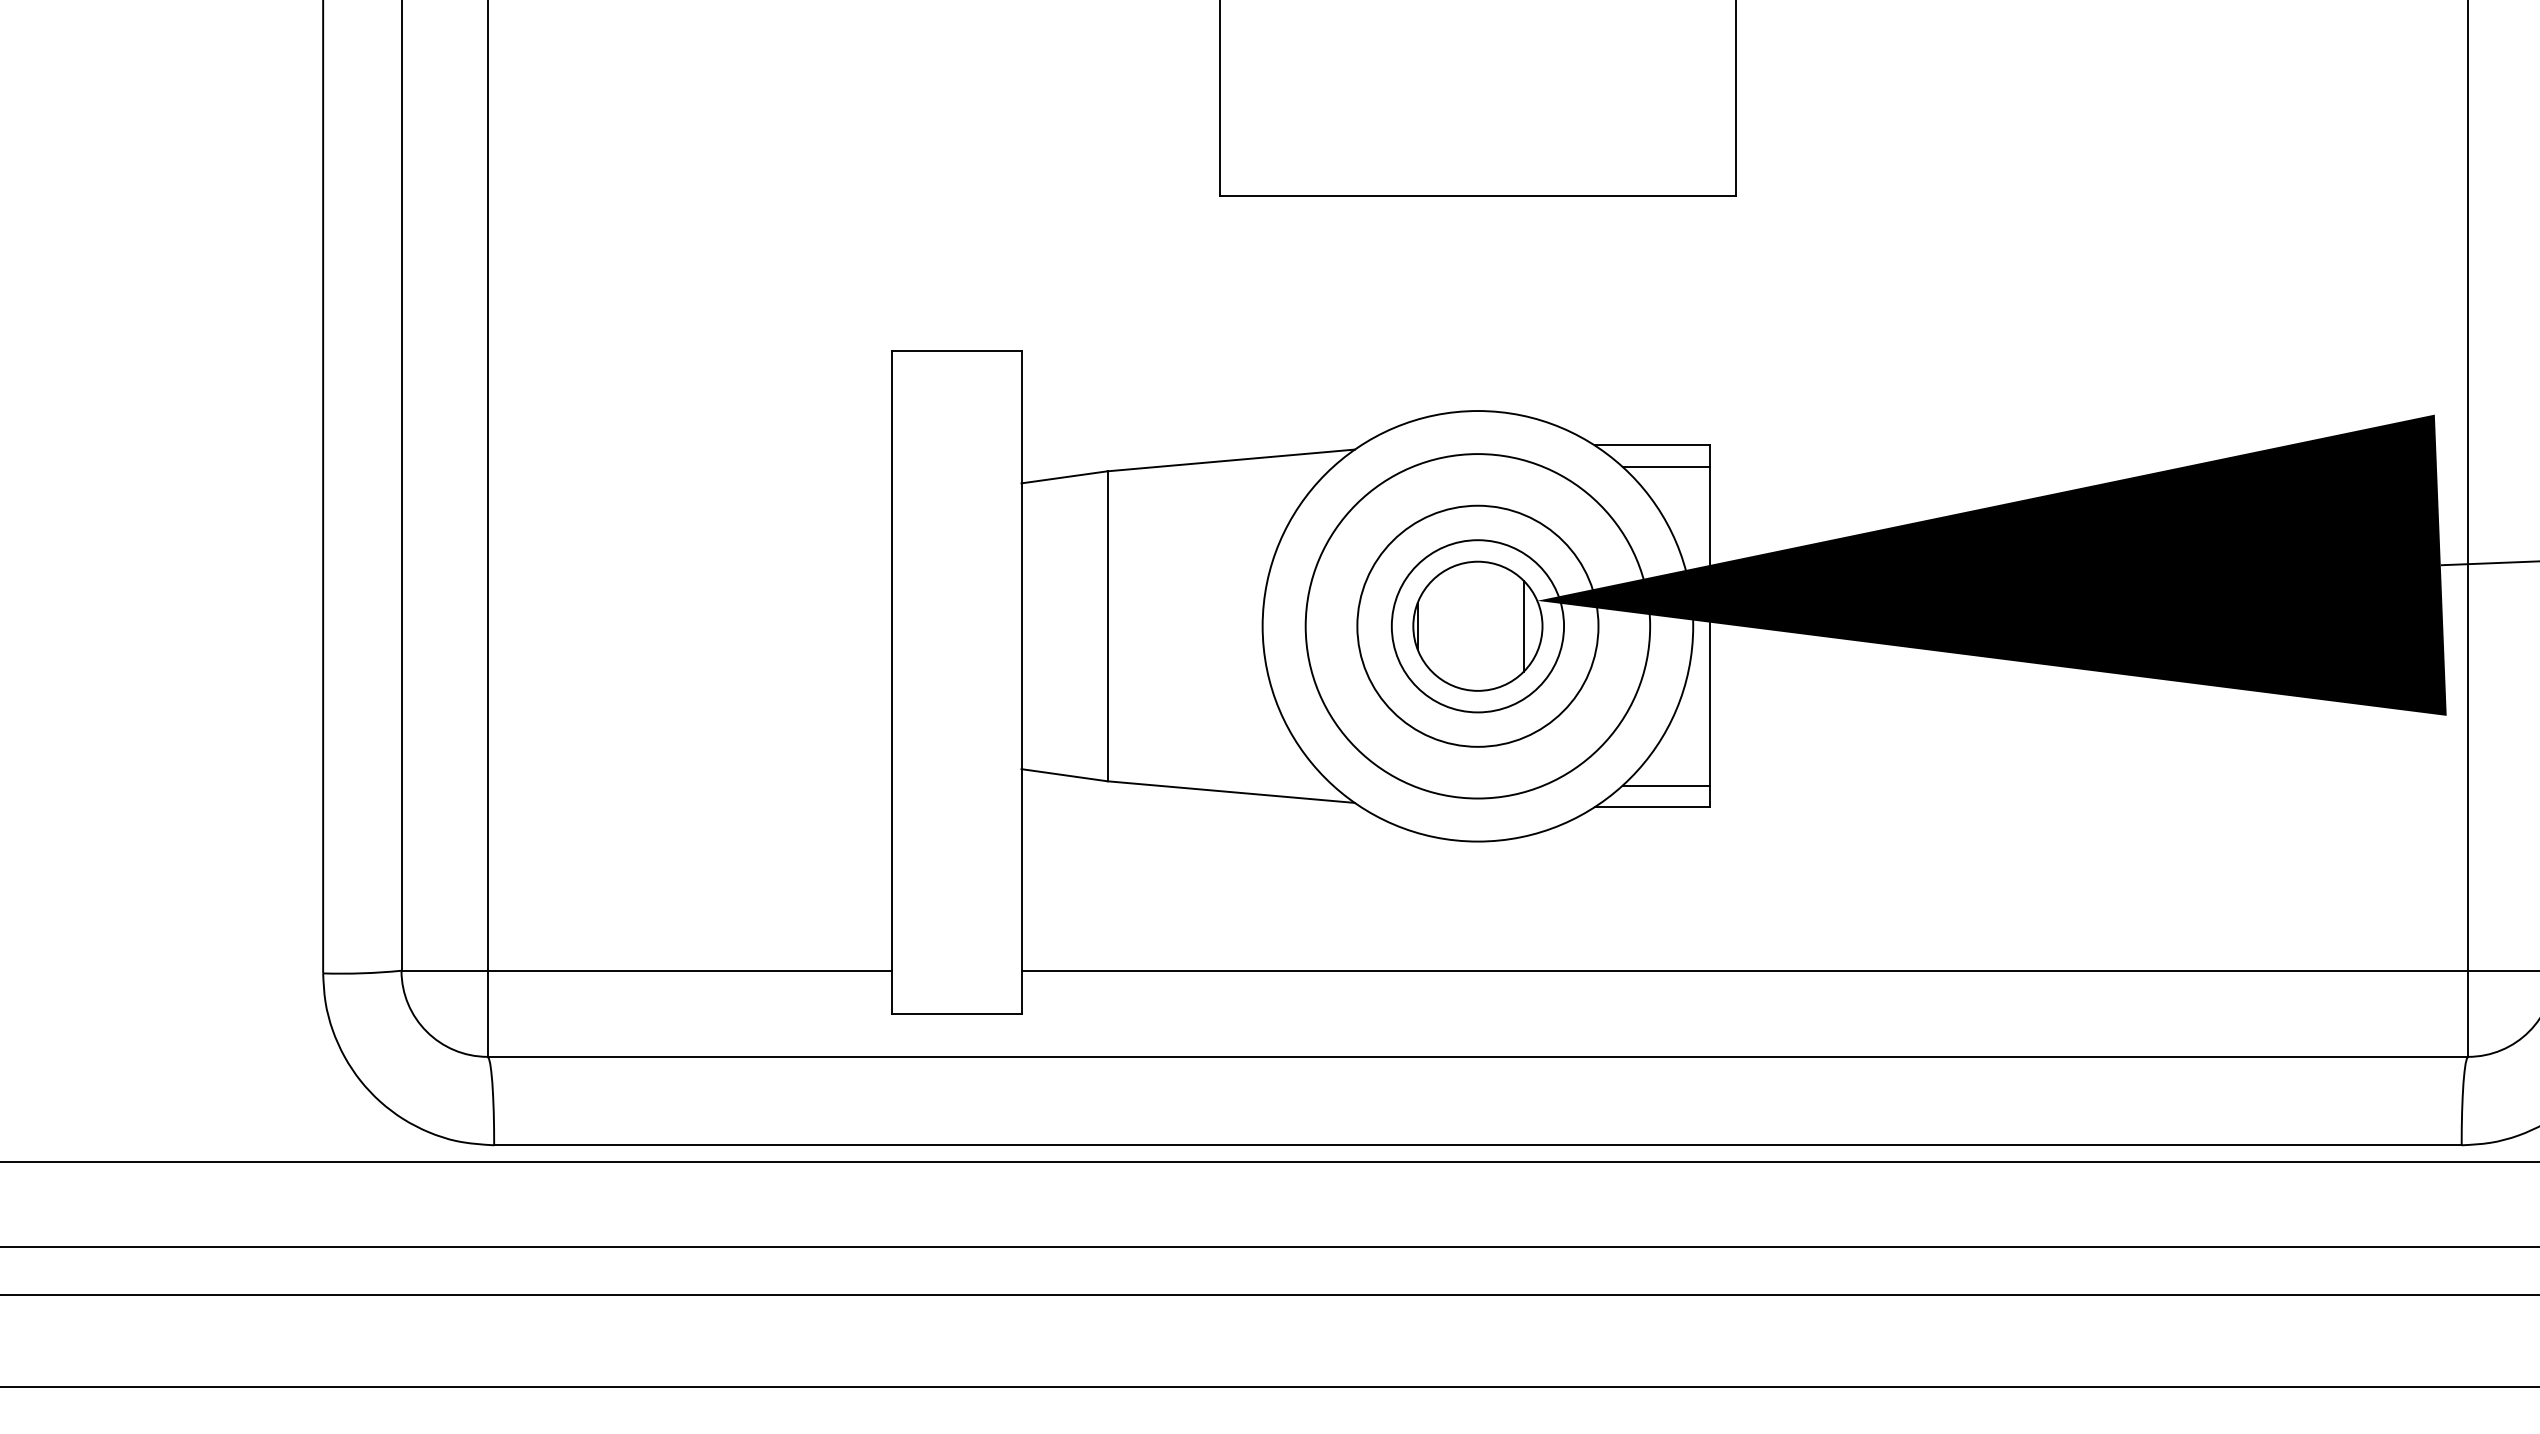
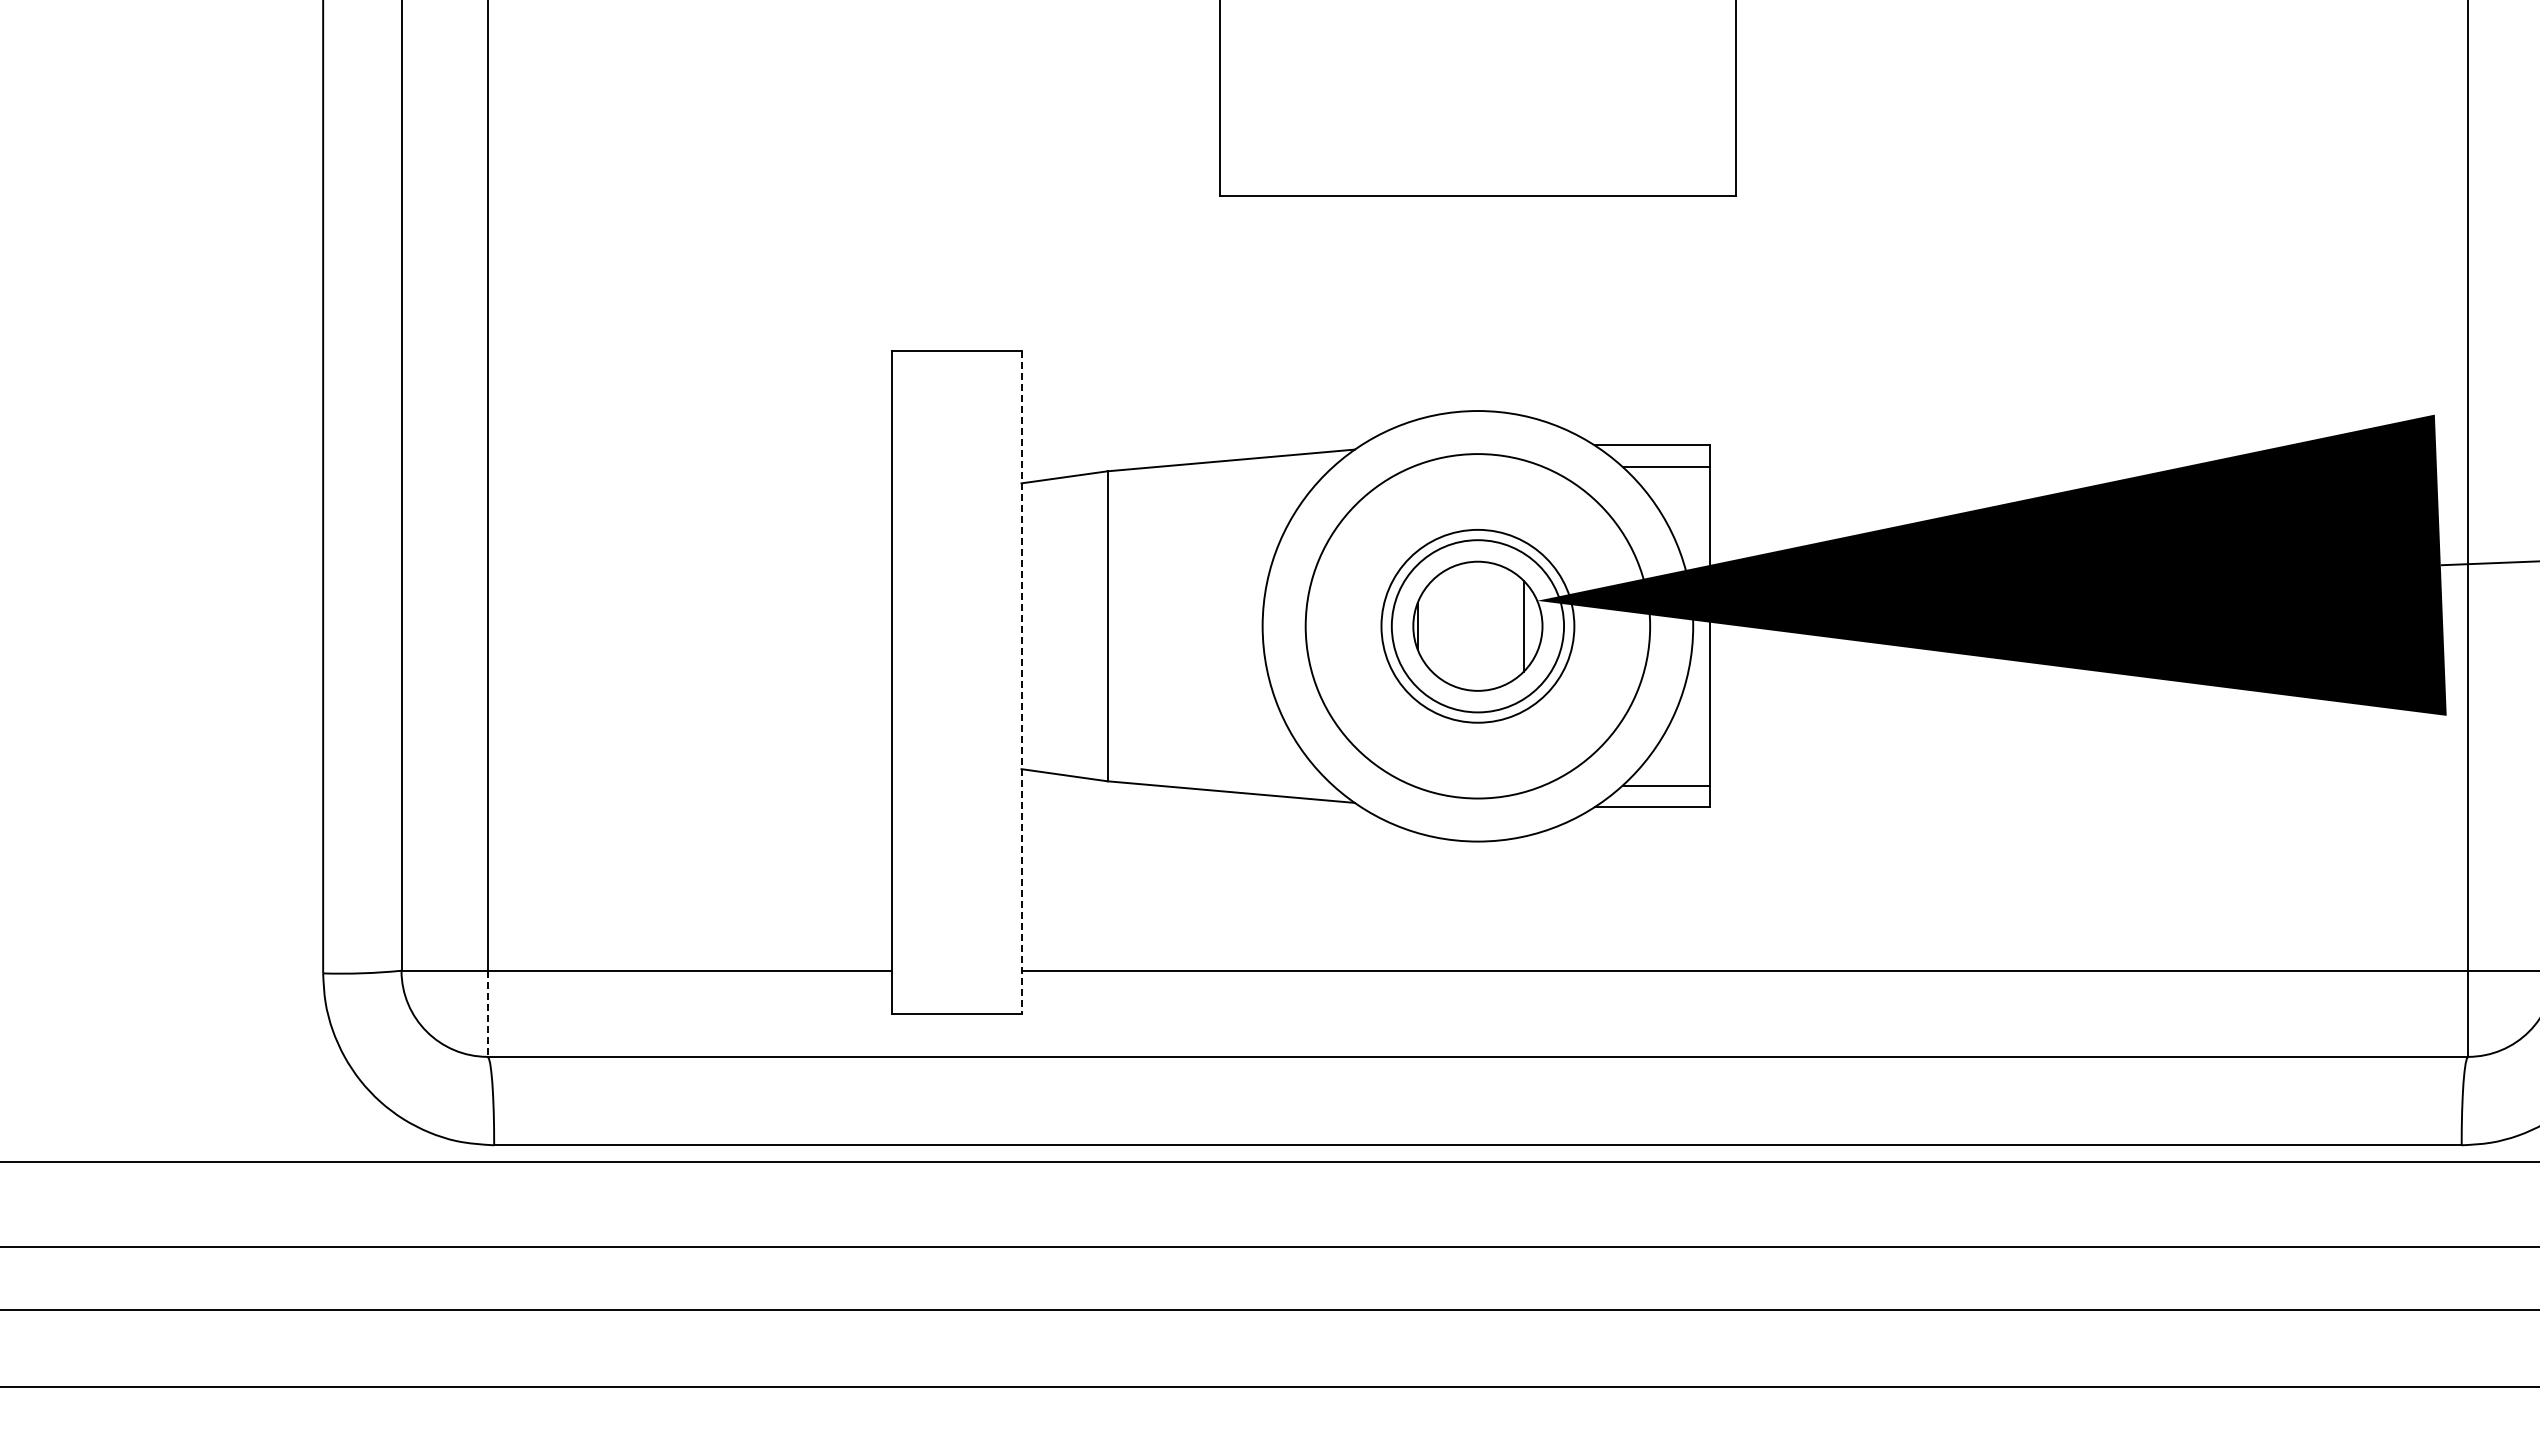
circle at (1477, 625) diameter: 241 px -> 193 px
line at (1021, 682): solid -> dashed
line at (487, 1014): solid -> dashed
line at (1269, 1294) position: (1269, 1294) -> (1269, 1309)
